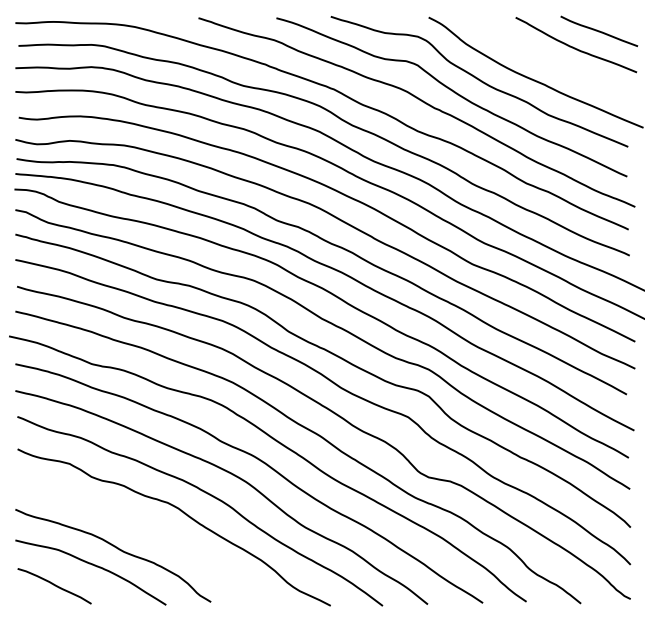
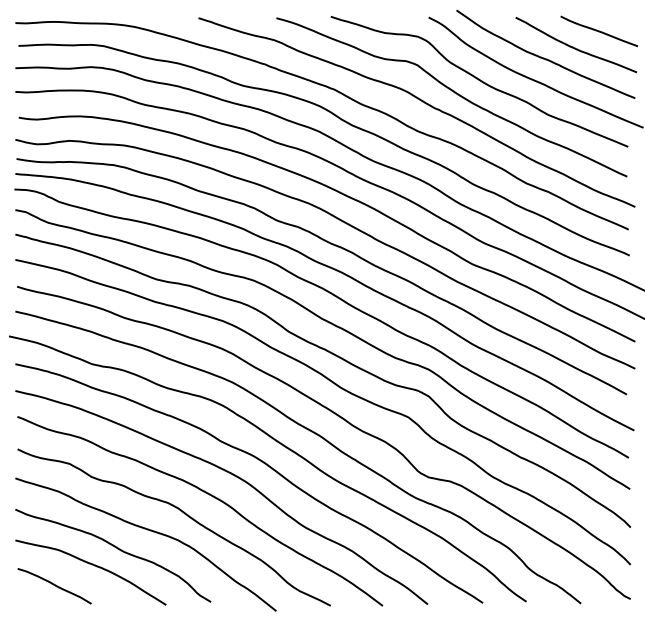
curve at (544, 57): none -> present
curve at (150, 531): none -> present
